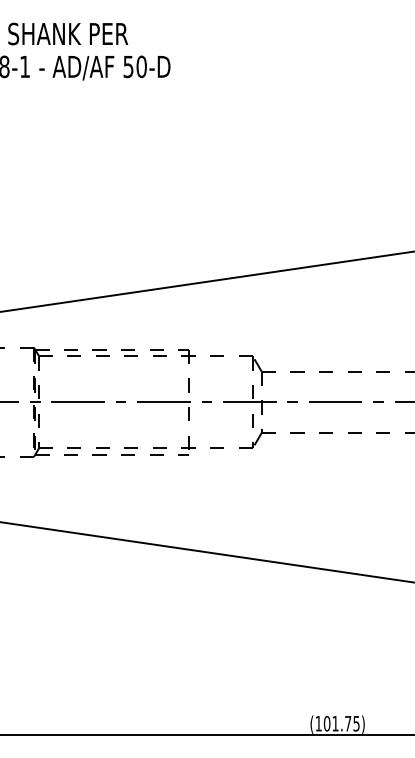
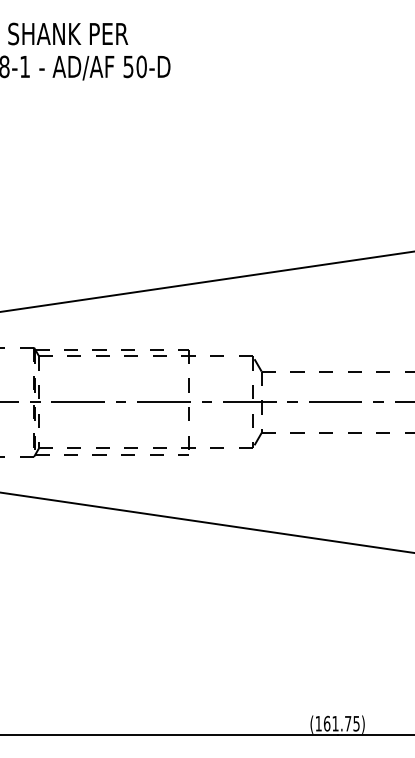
line at (206, 552) position: (206, 552) -> (206, 522)
text at (327, 723): (101.75) -> (161.75)
